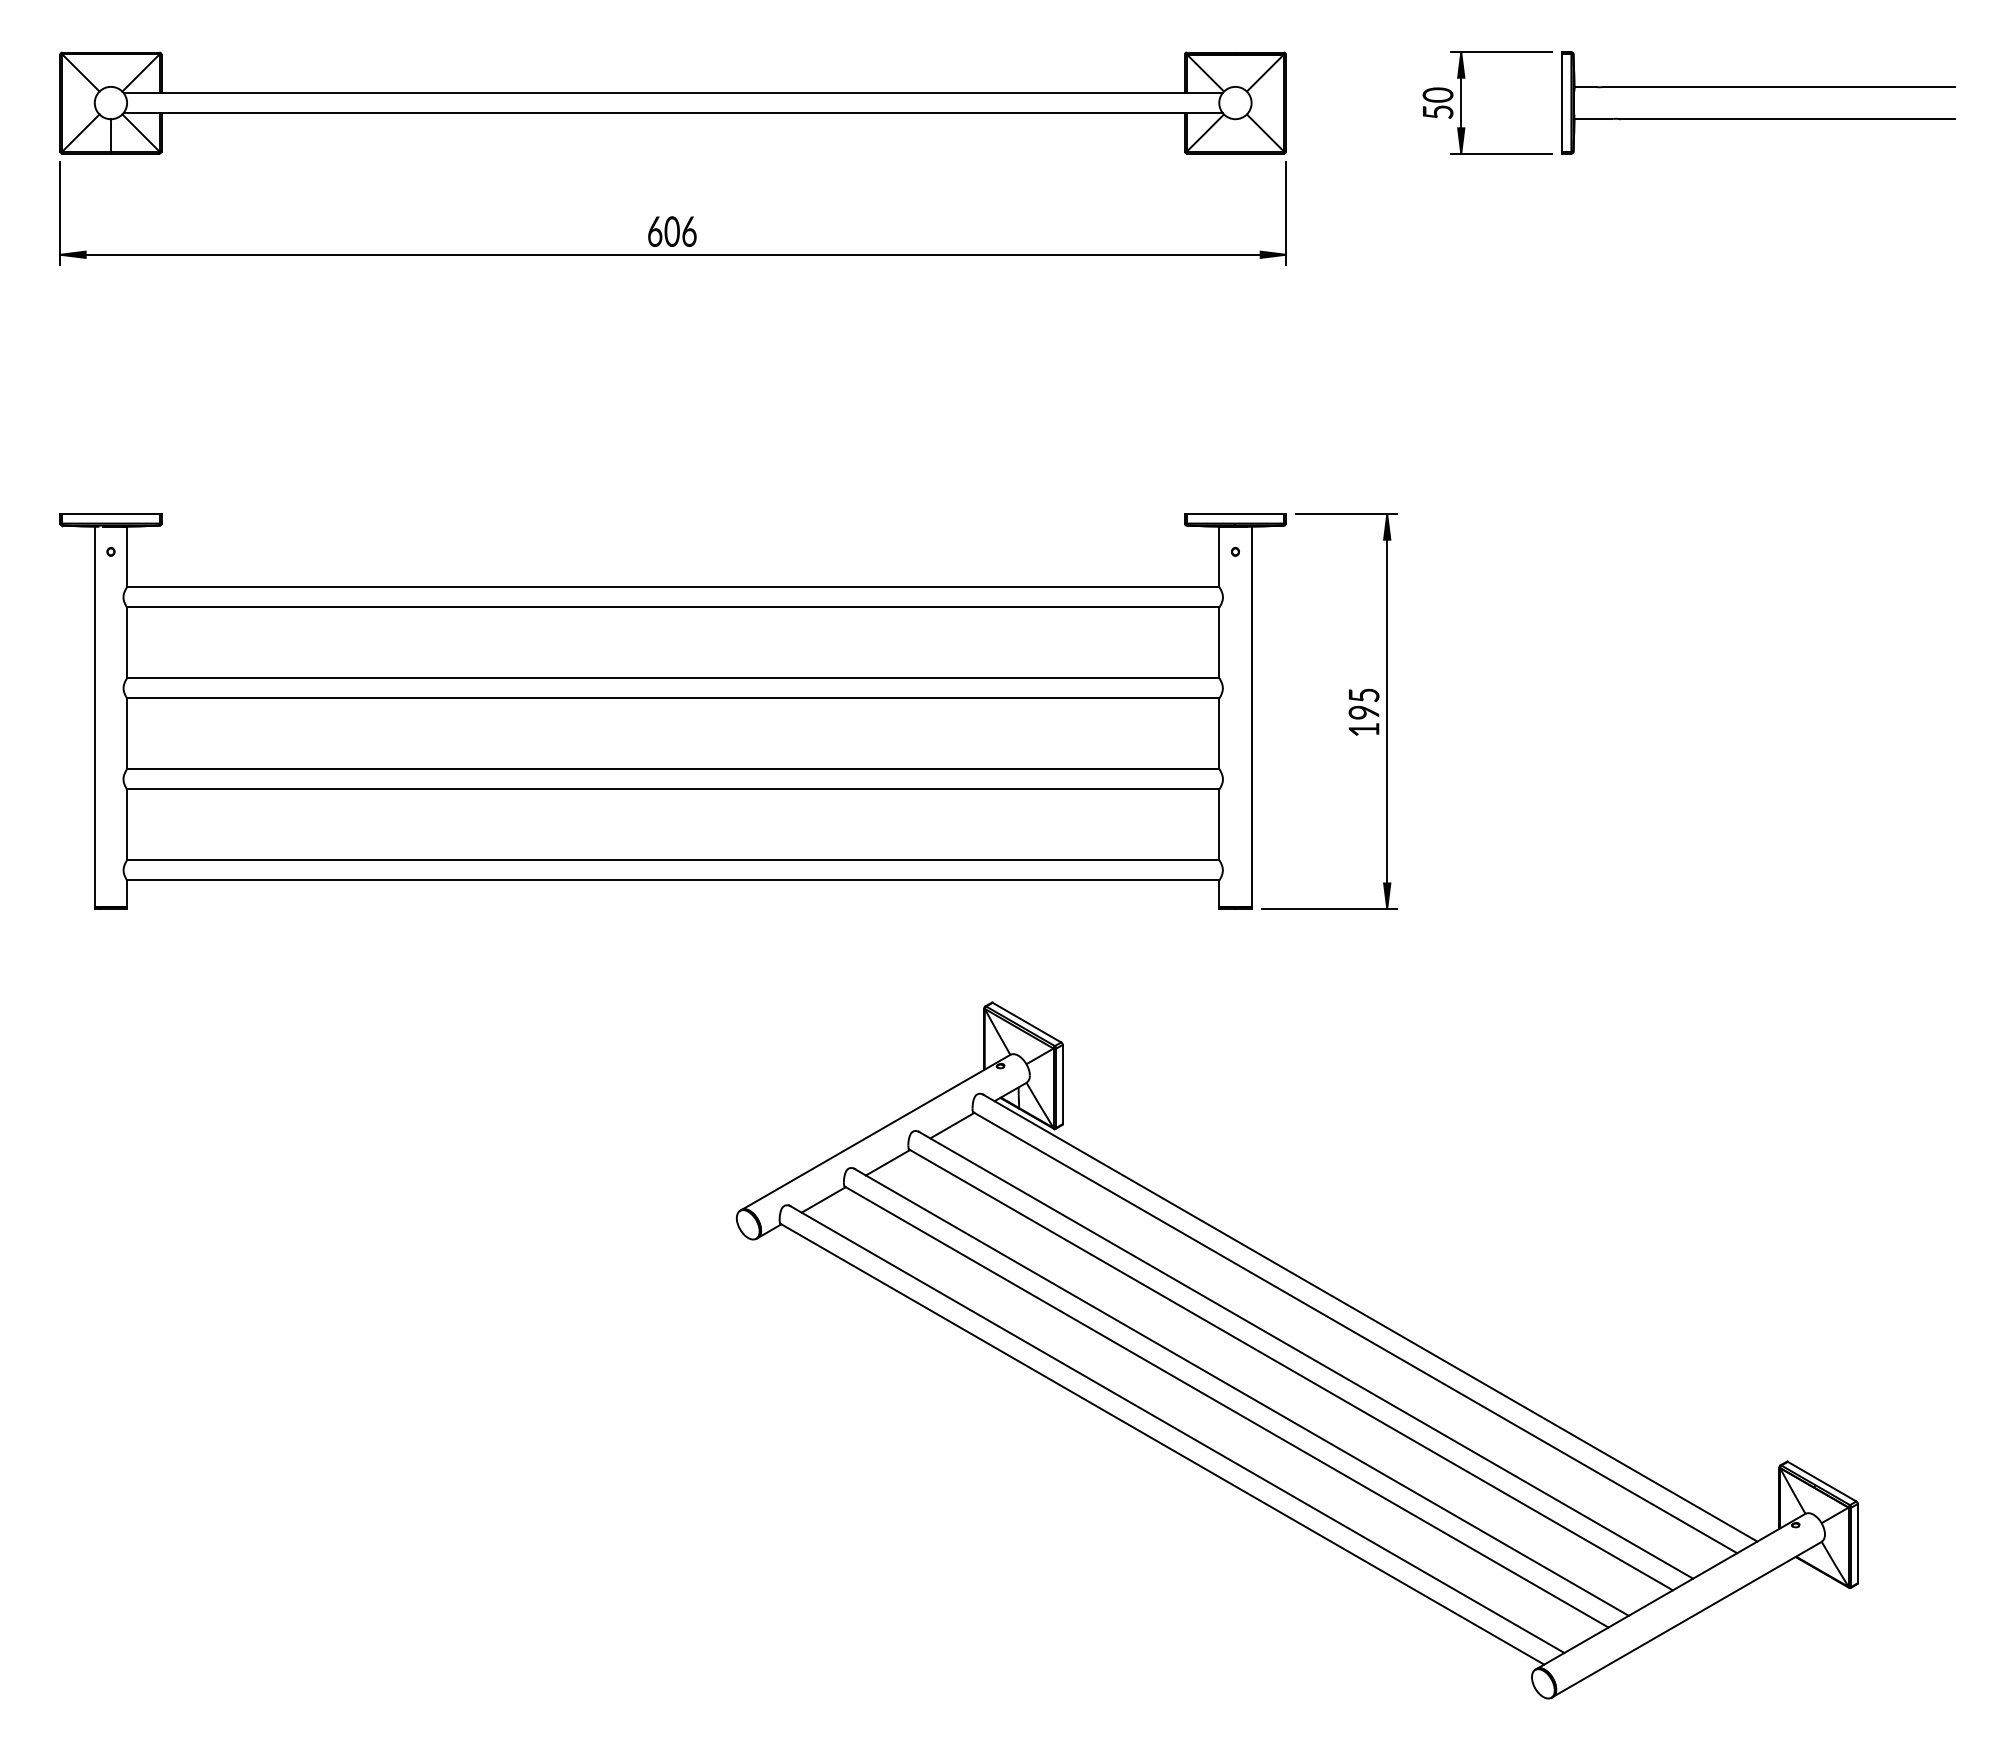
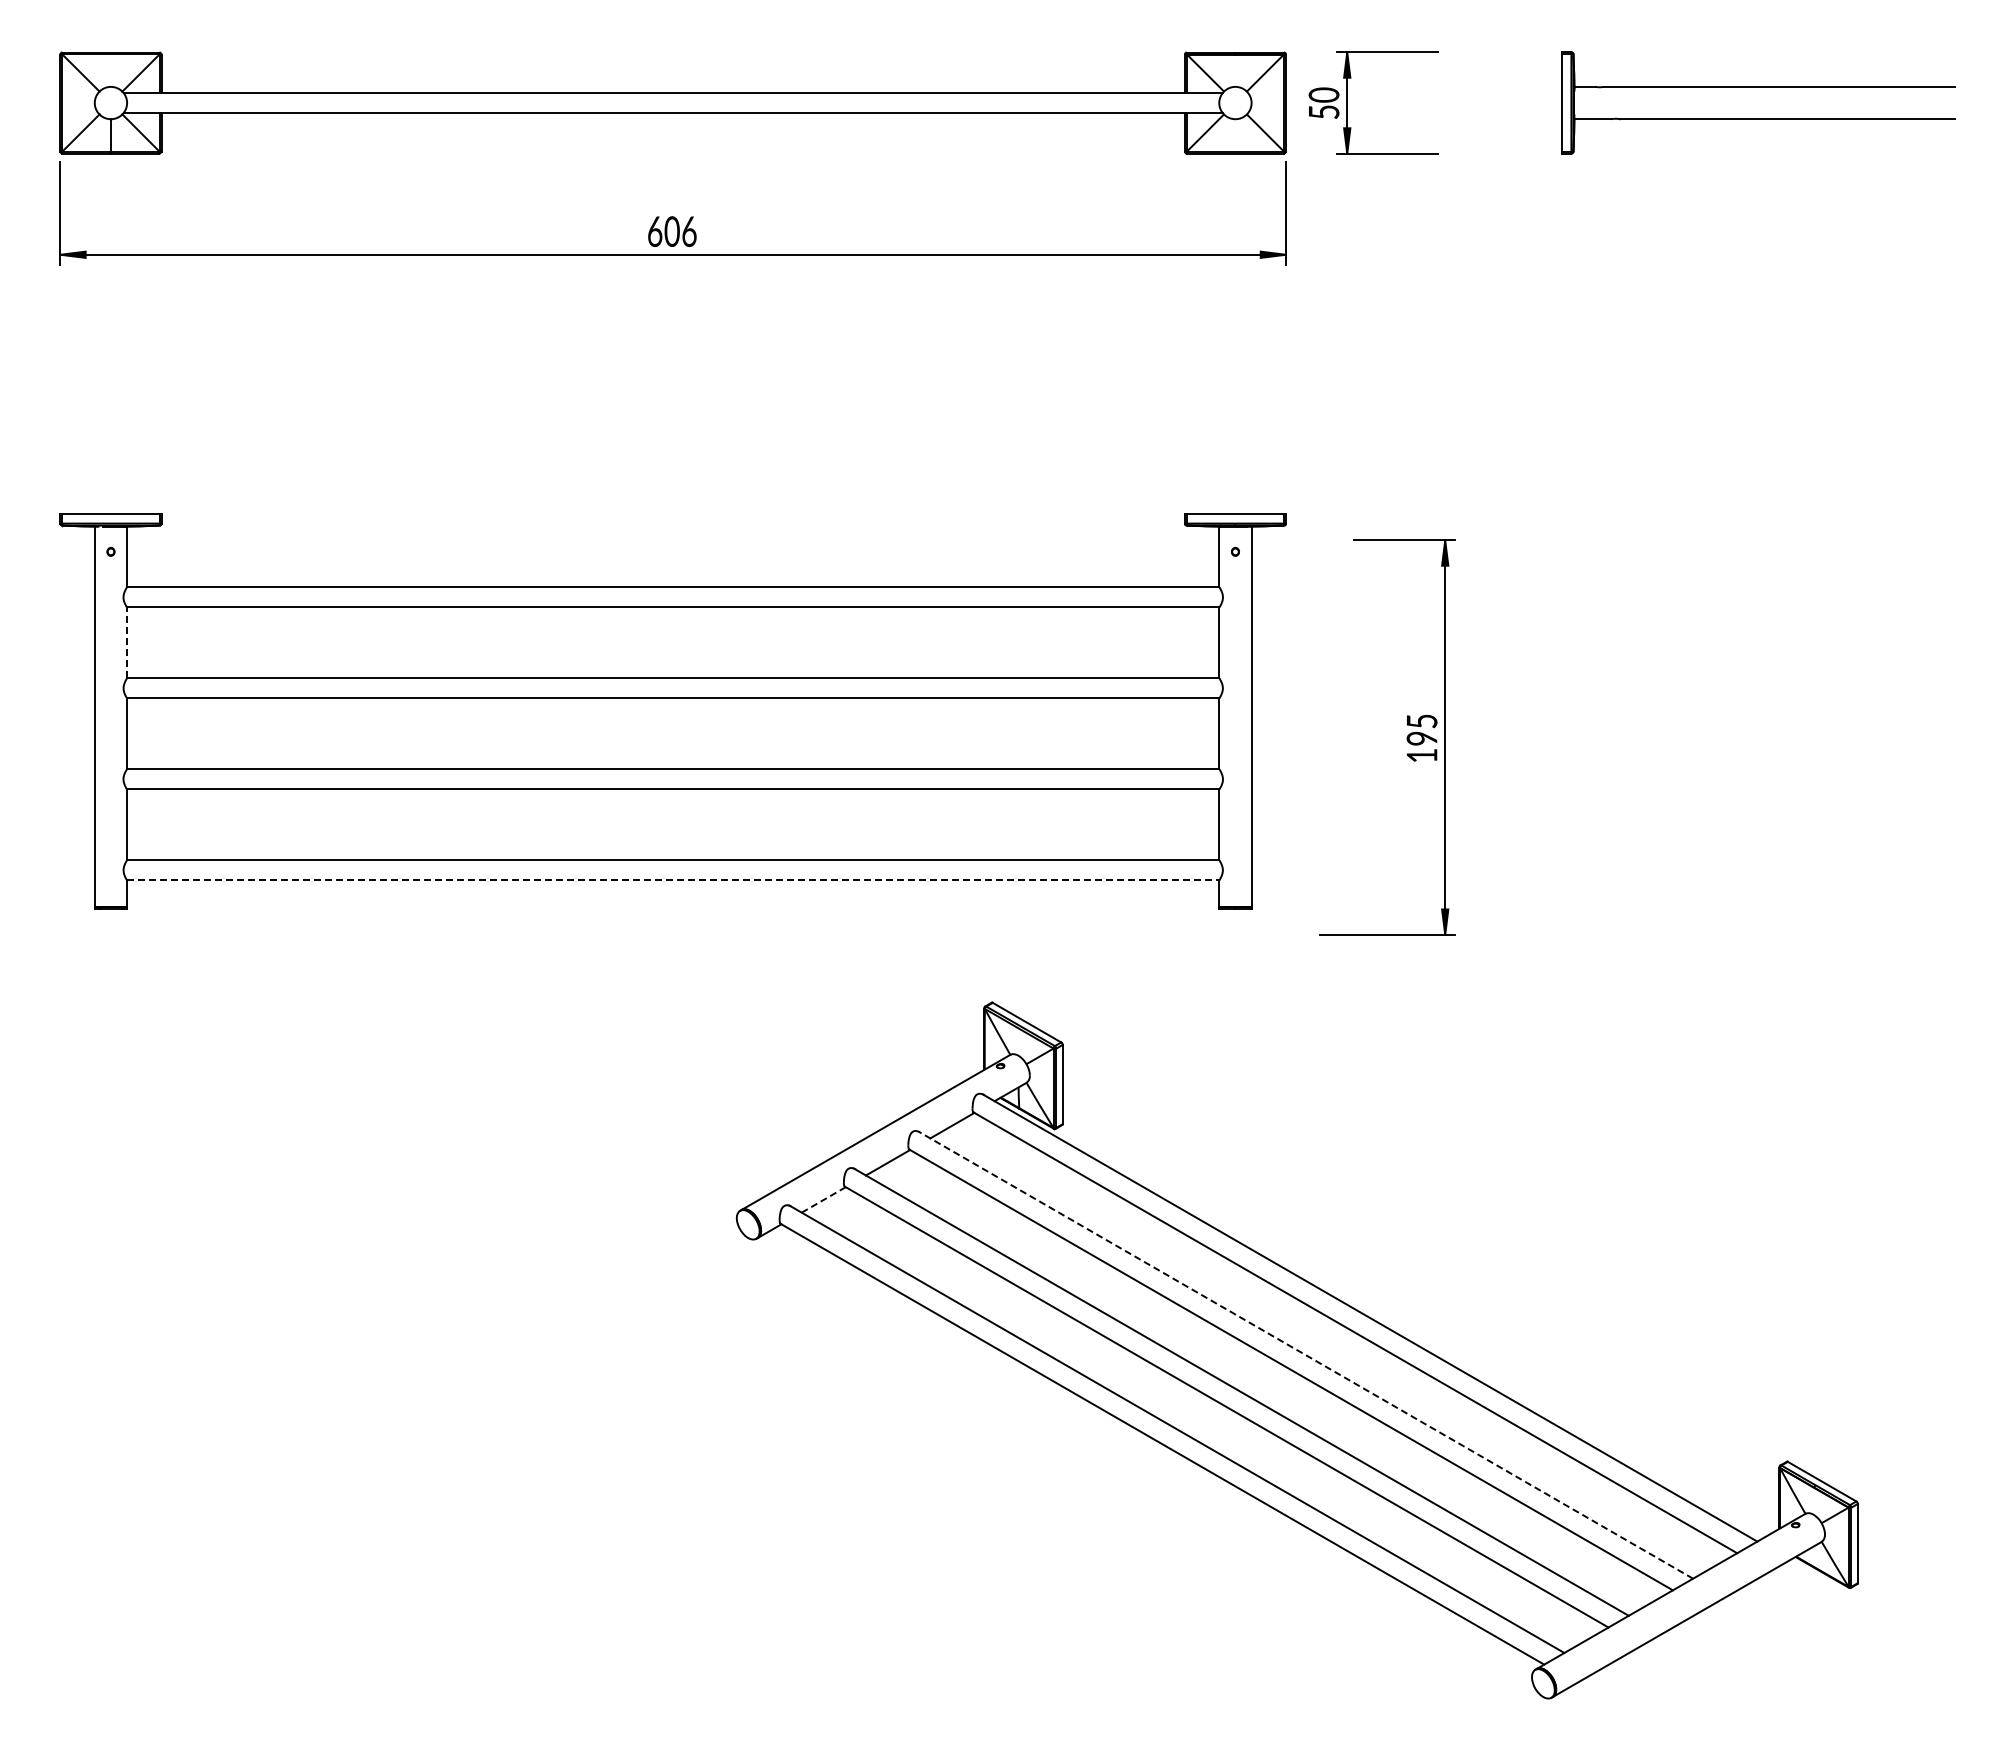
part at (1461, 102) position: (1461, 102) -> (1347, 102)
line at (127, 642): solid -> dashed
part at (1348, 711) position: (1348, 711) -> (1406, 737)
line at (673, 880): solid -> dashed
line at (824, 1199): solid -> dashed
line at (1305, 1354): solid -> dashed
